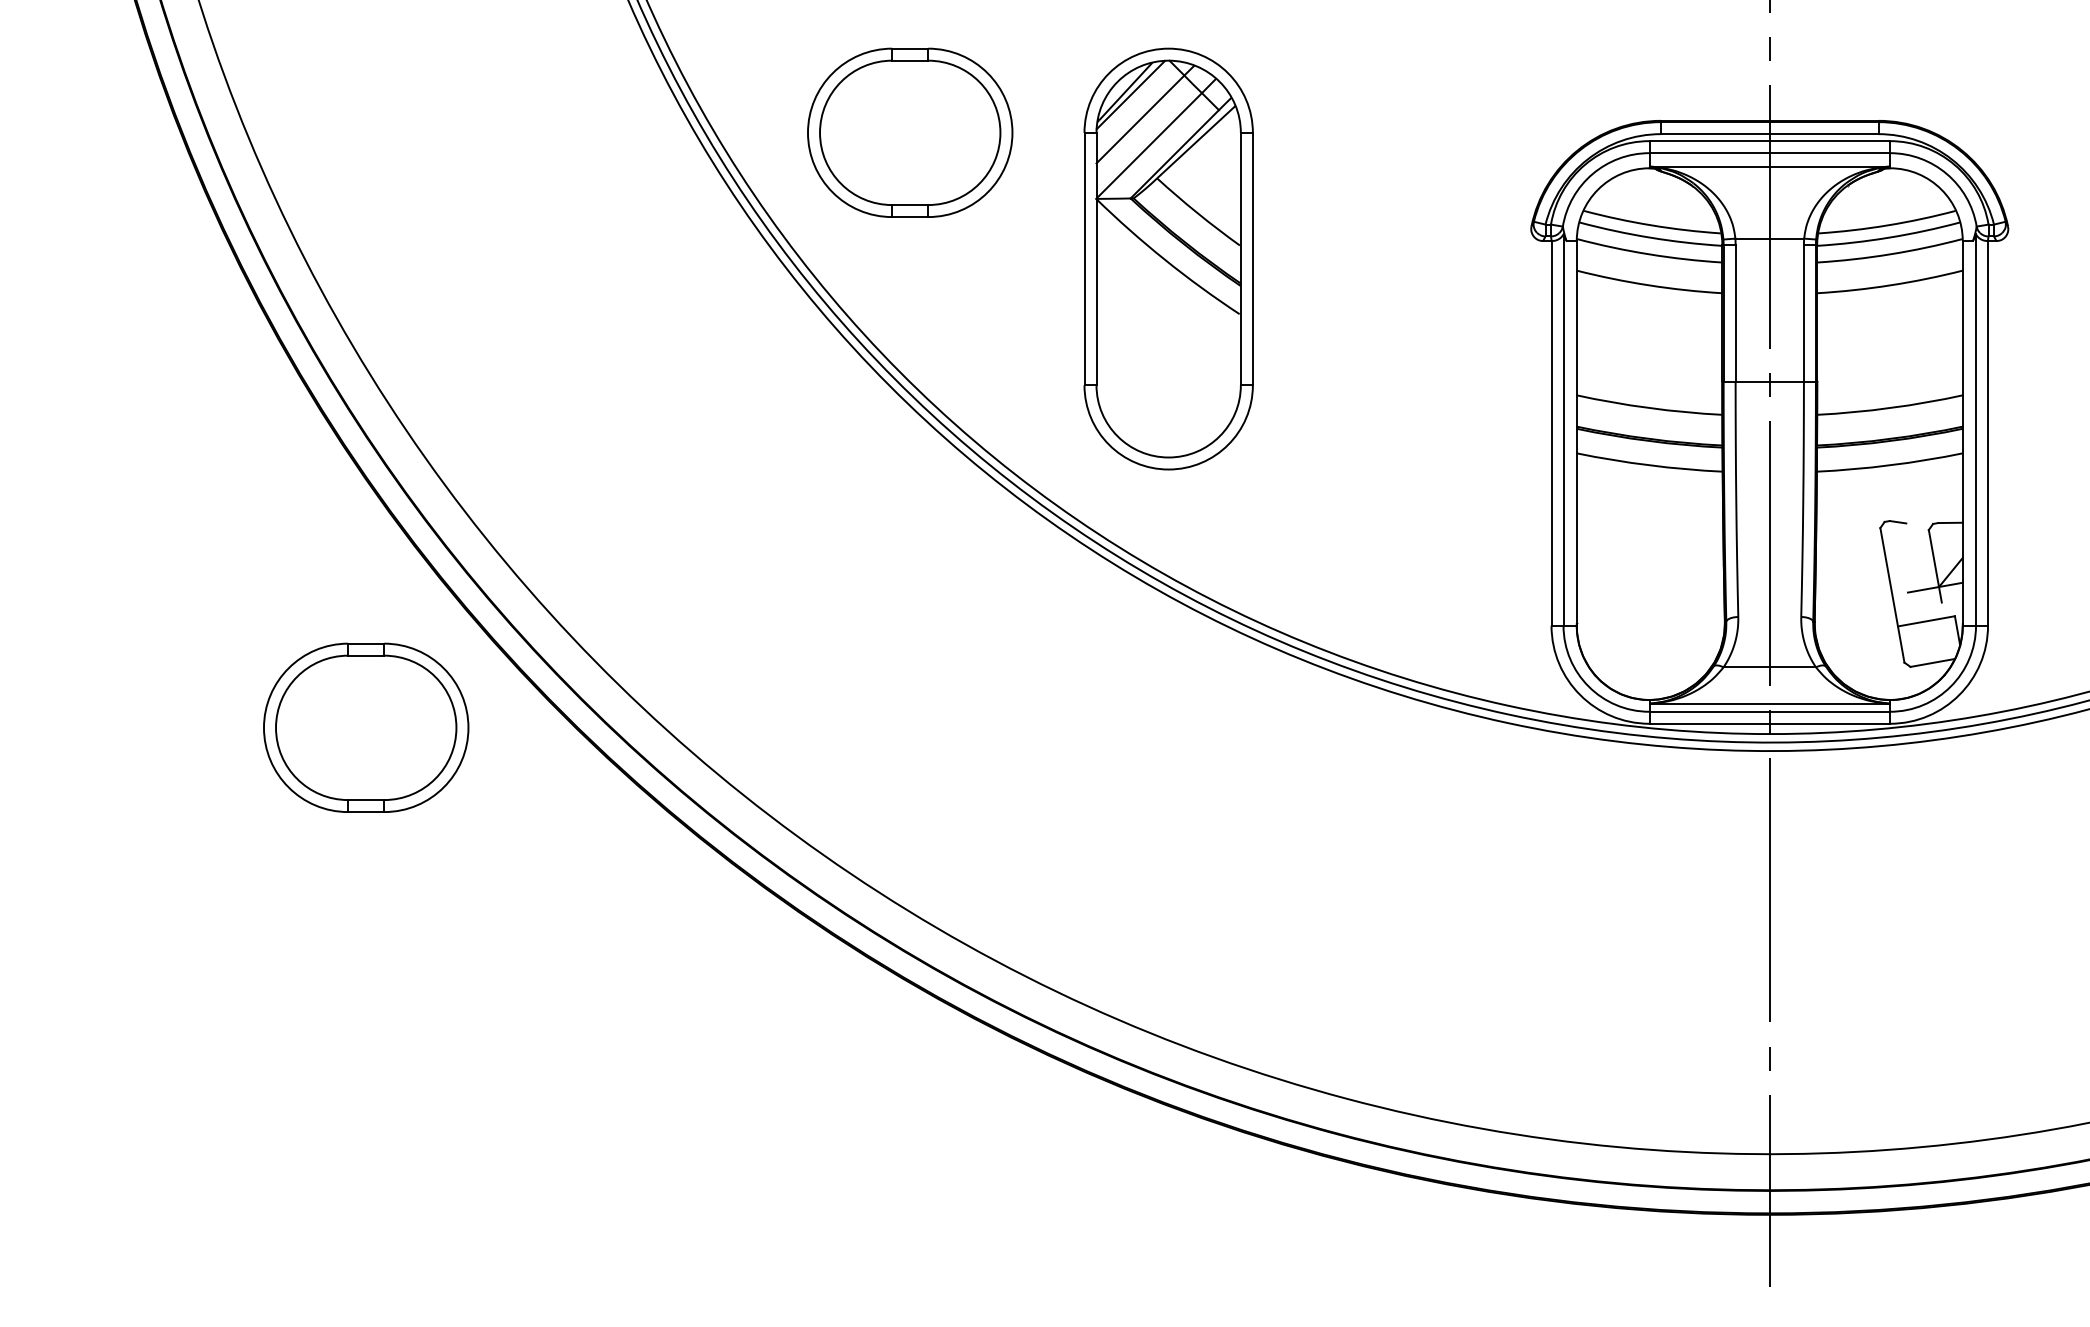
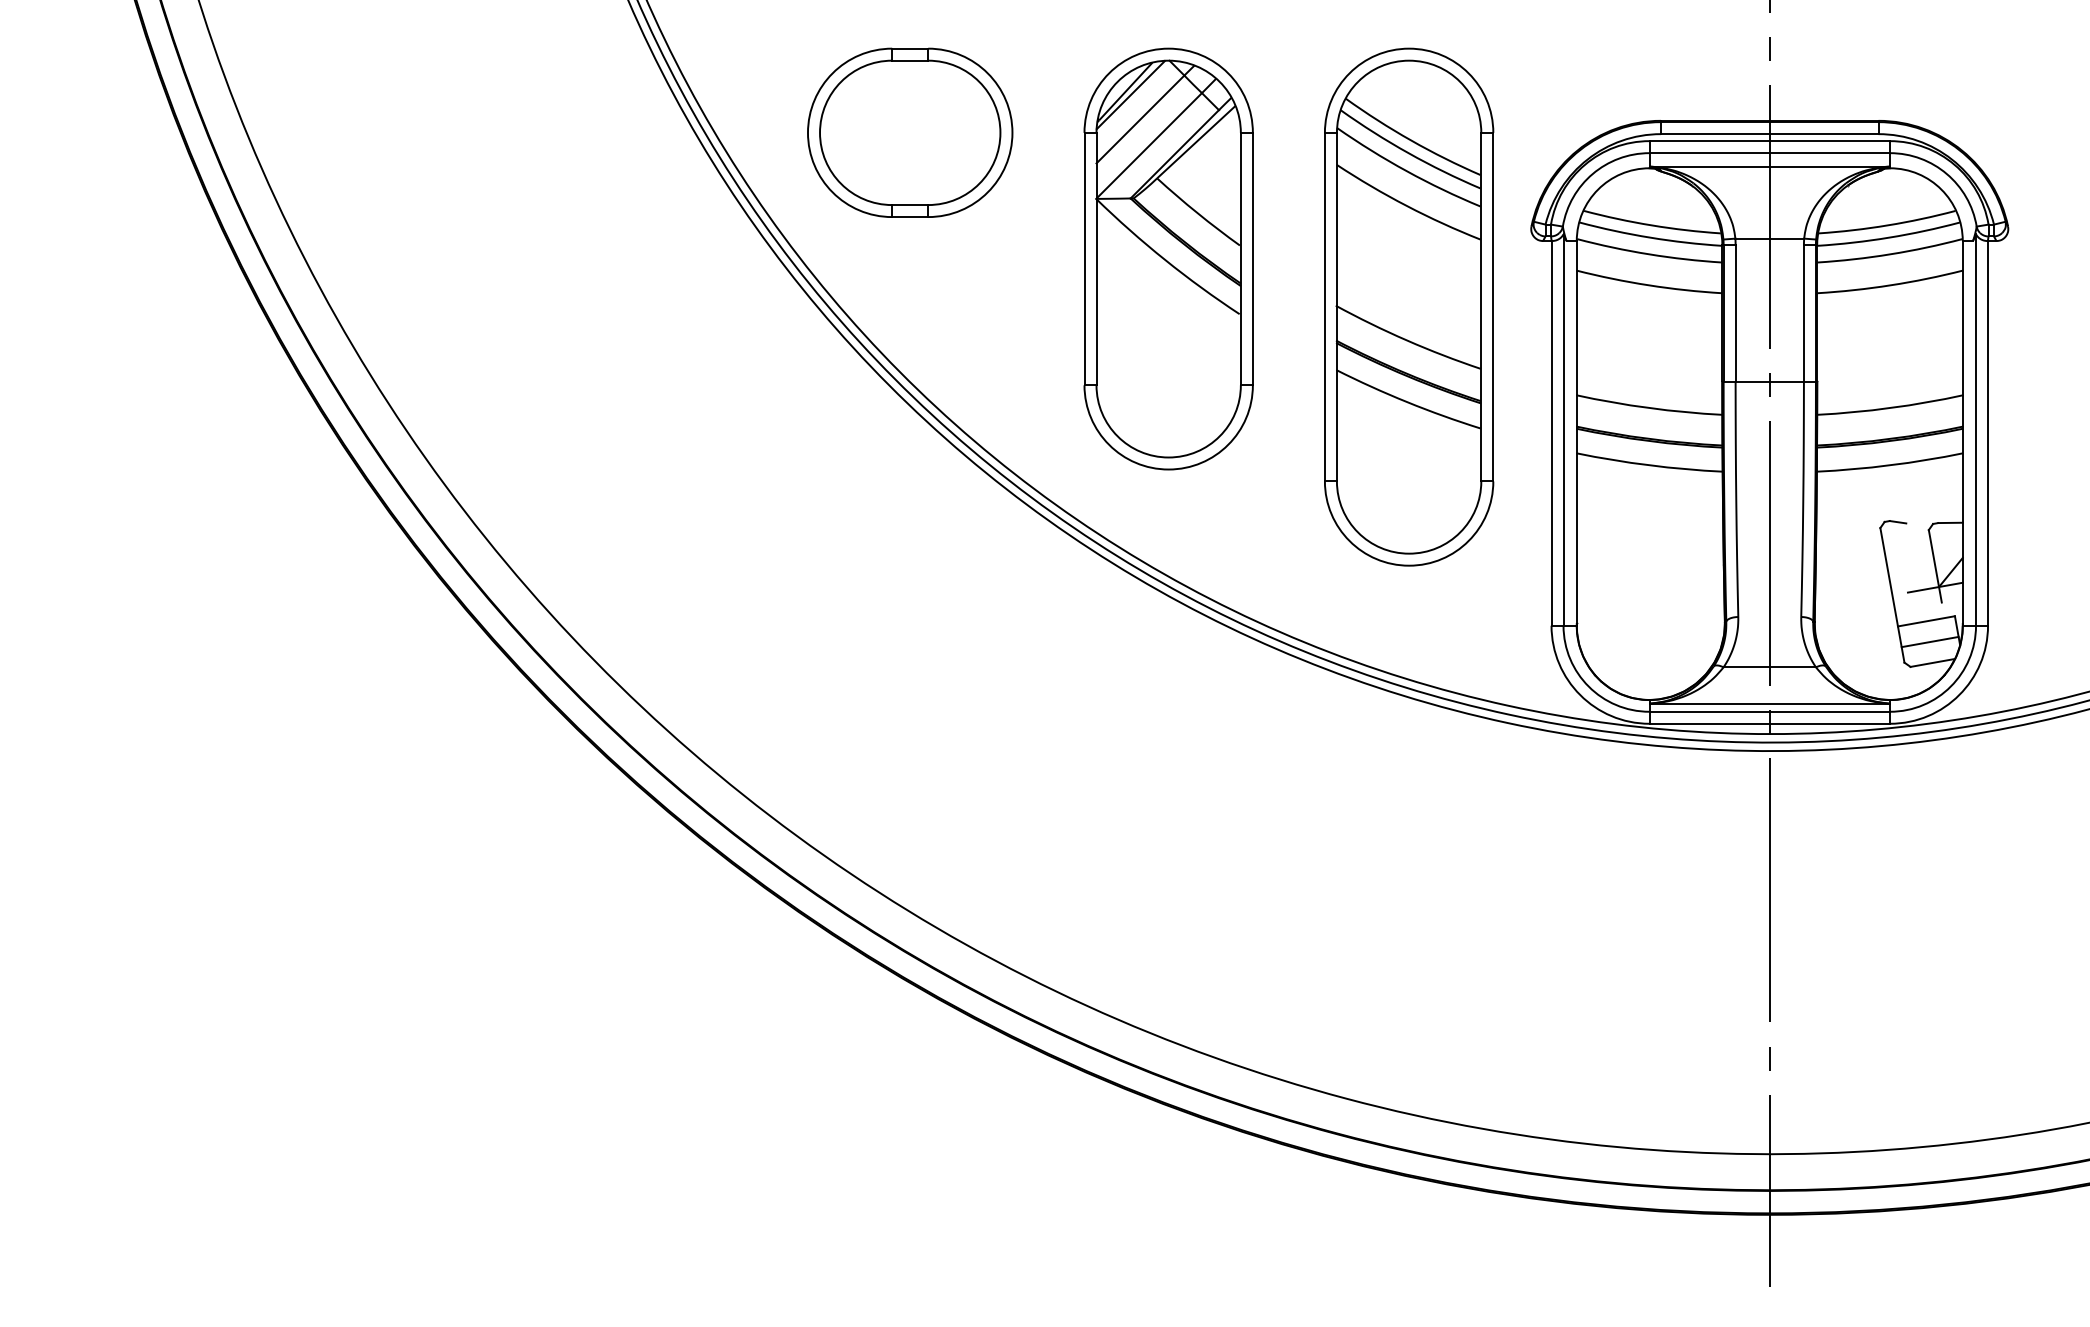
part at (1409, 306): none -> present
line at (1929, 641): none -> present
part at (366, 727): present -> none
